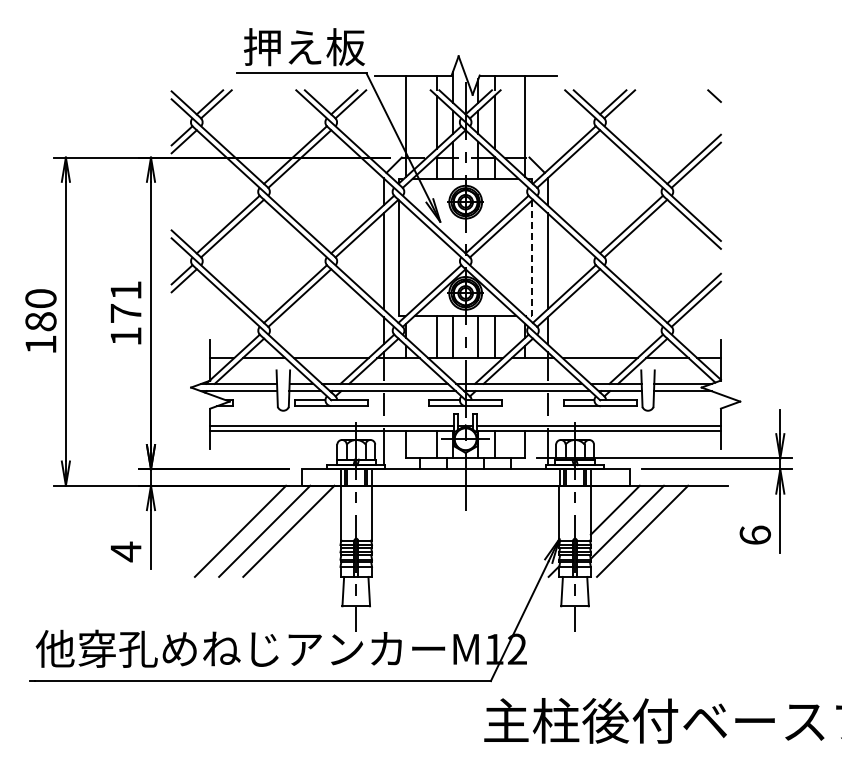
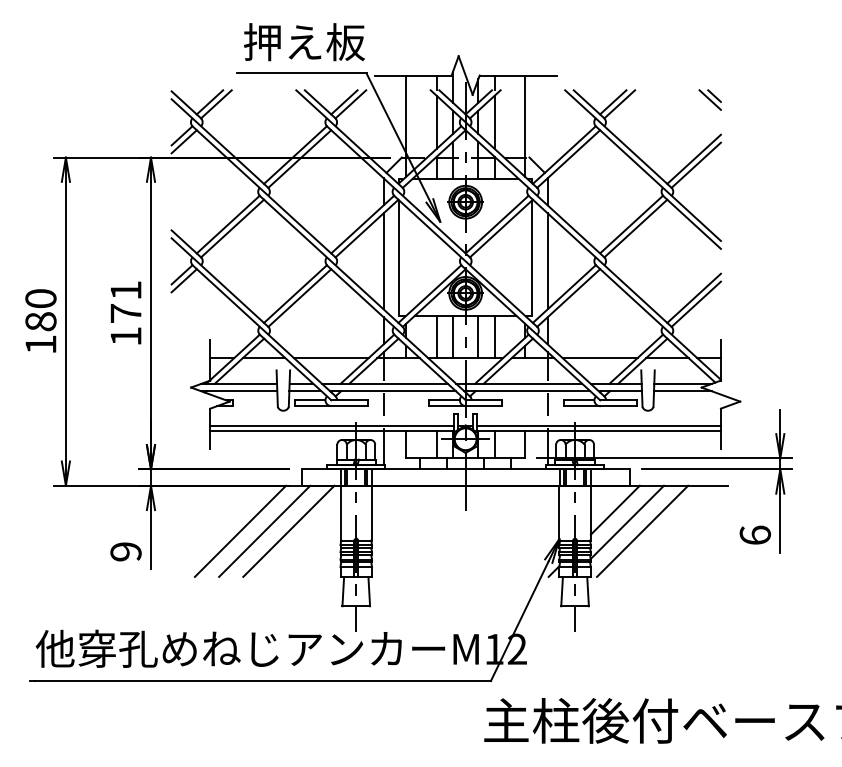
text at (304, 47) position: (304, 47) -> (304, 42)
line at (709, 99): none -> present
line at (532, 262): dashed -> solid
text at (125, 551): 4 -> 9
